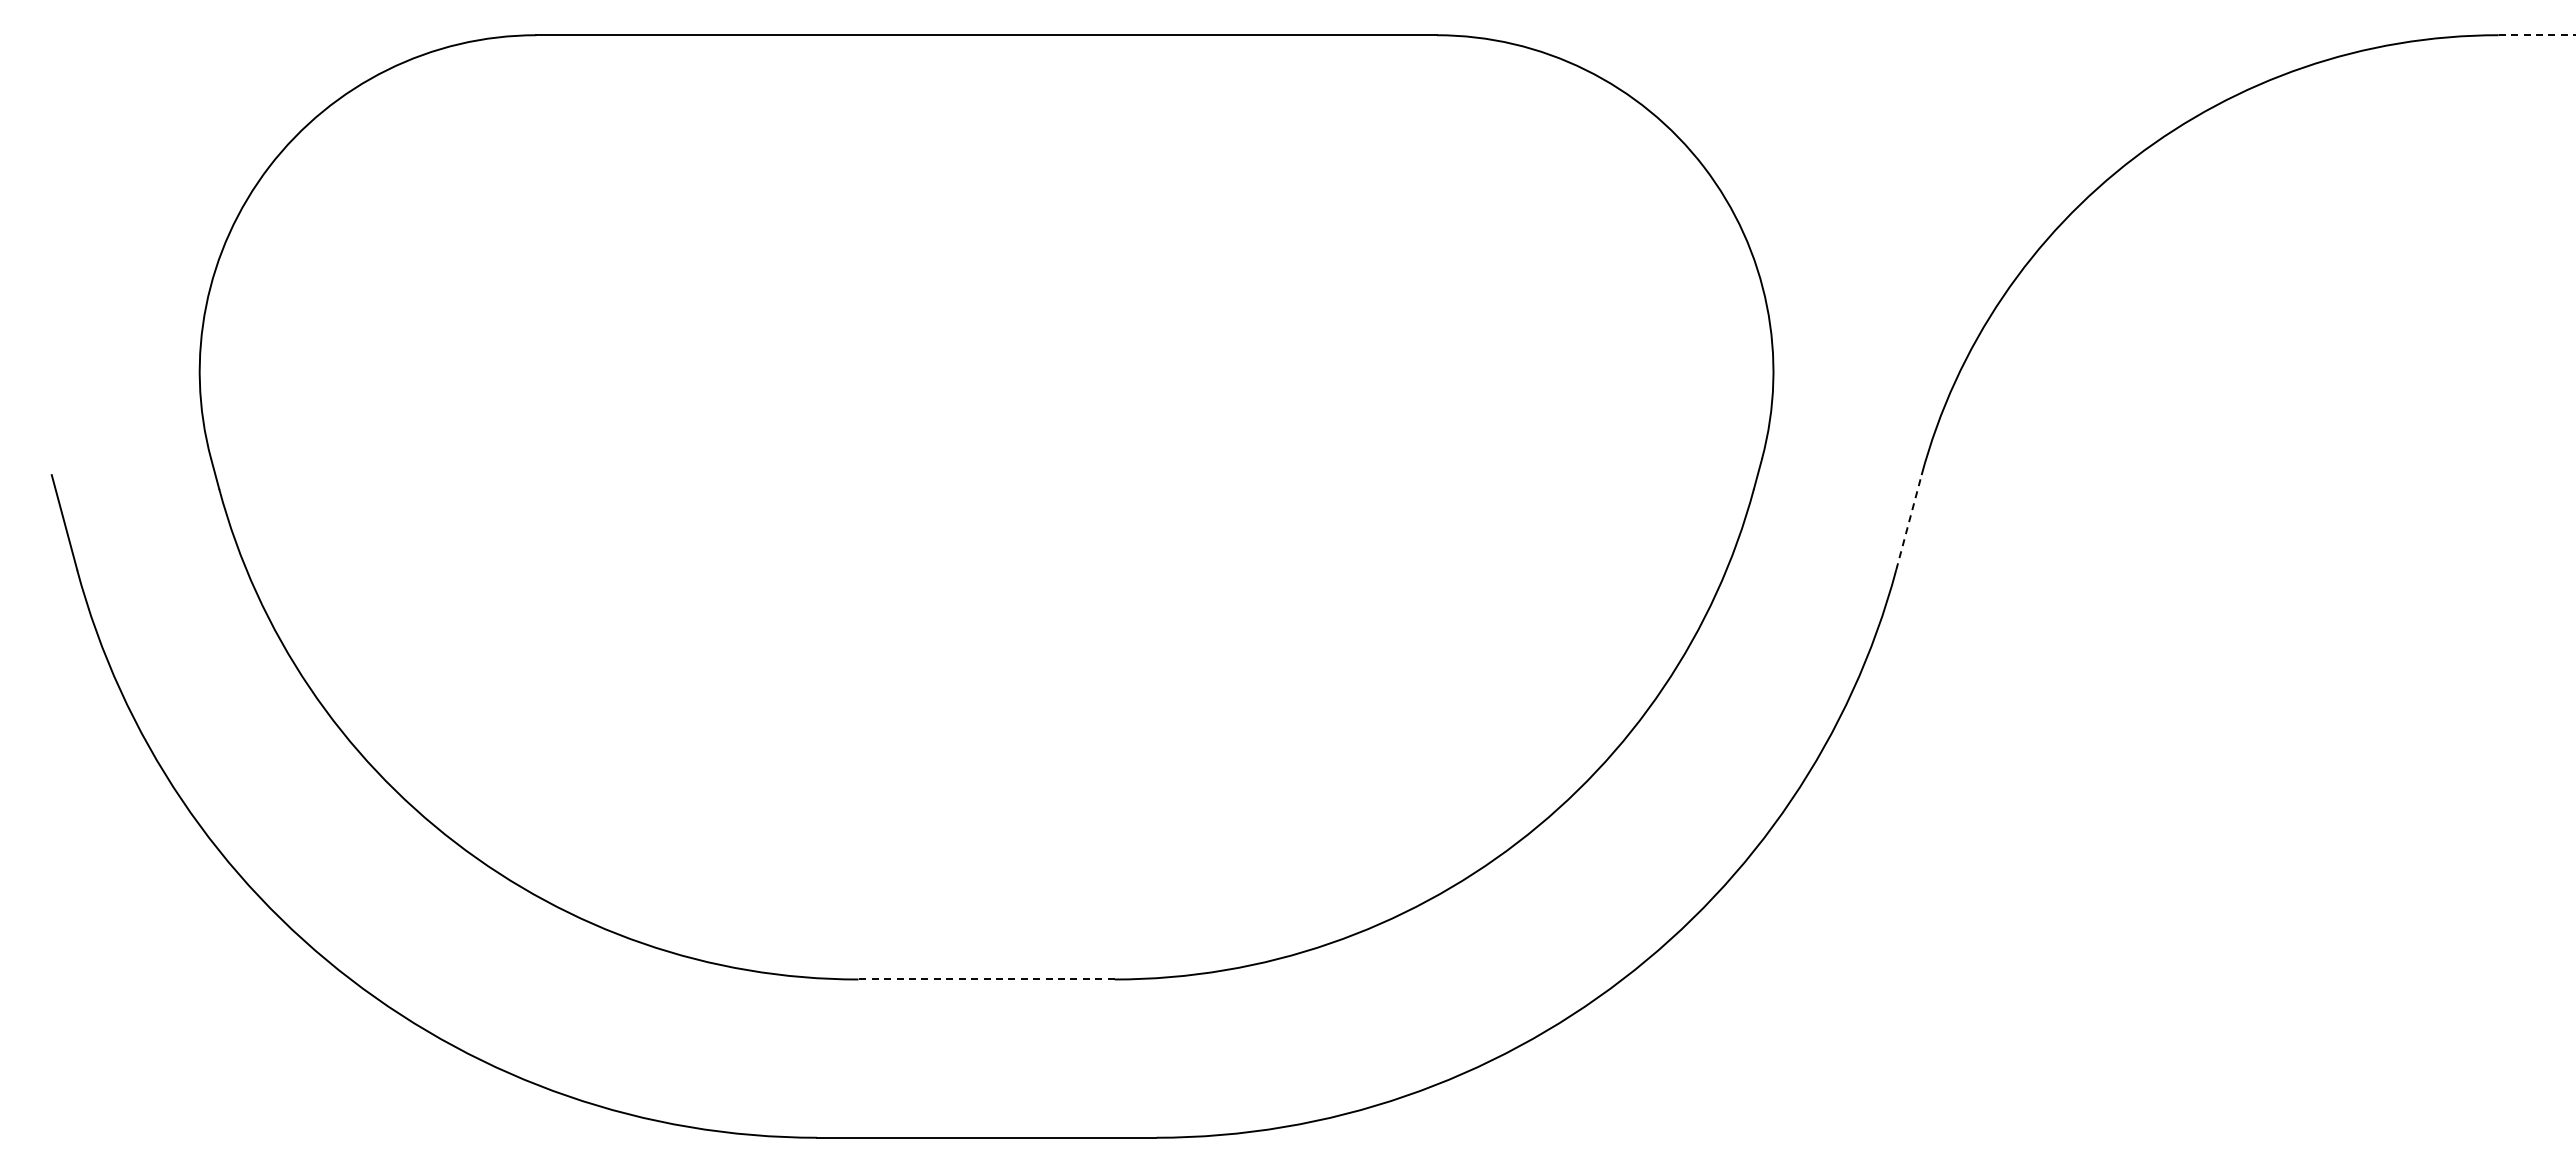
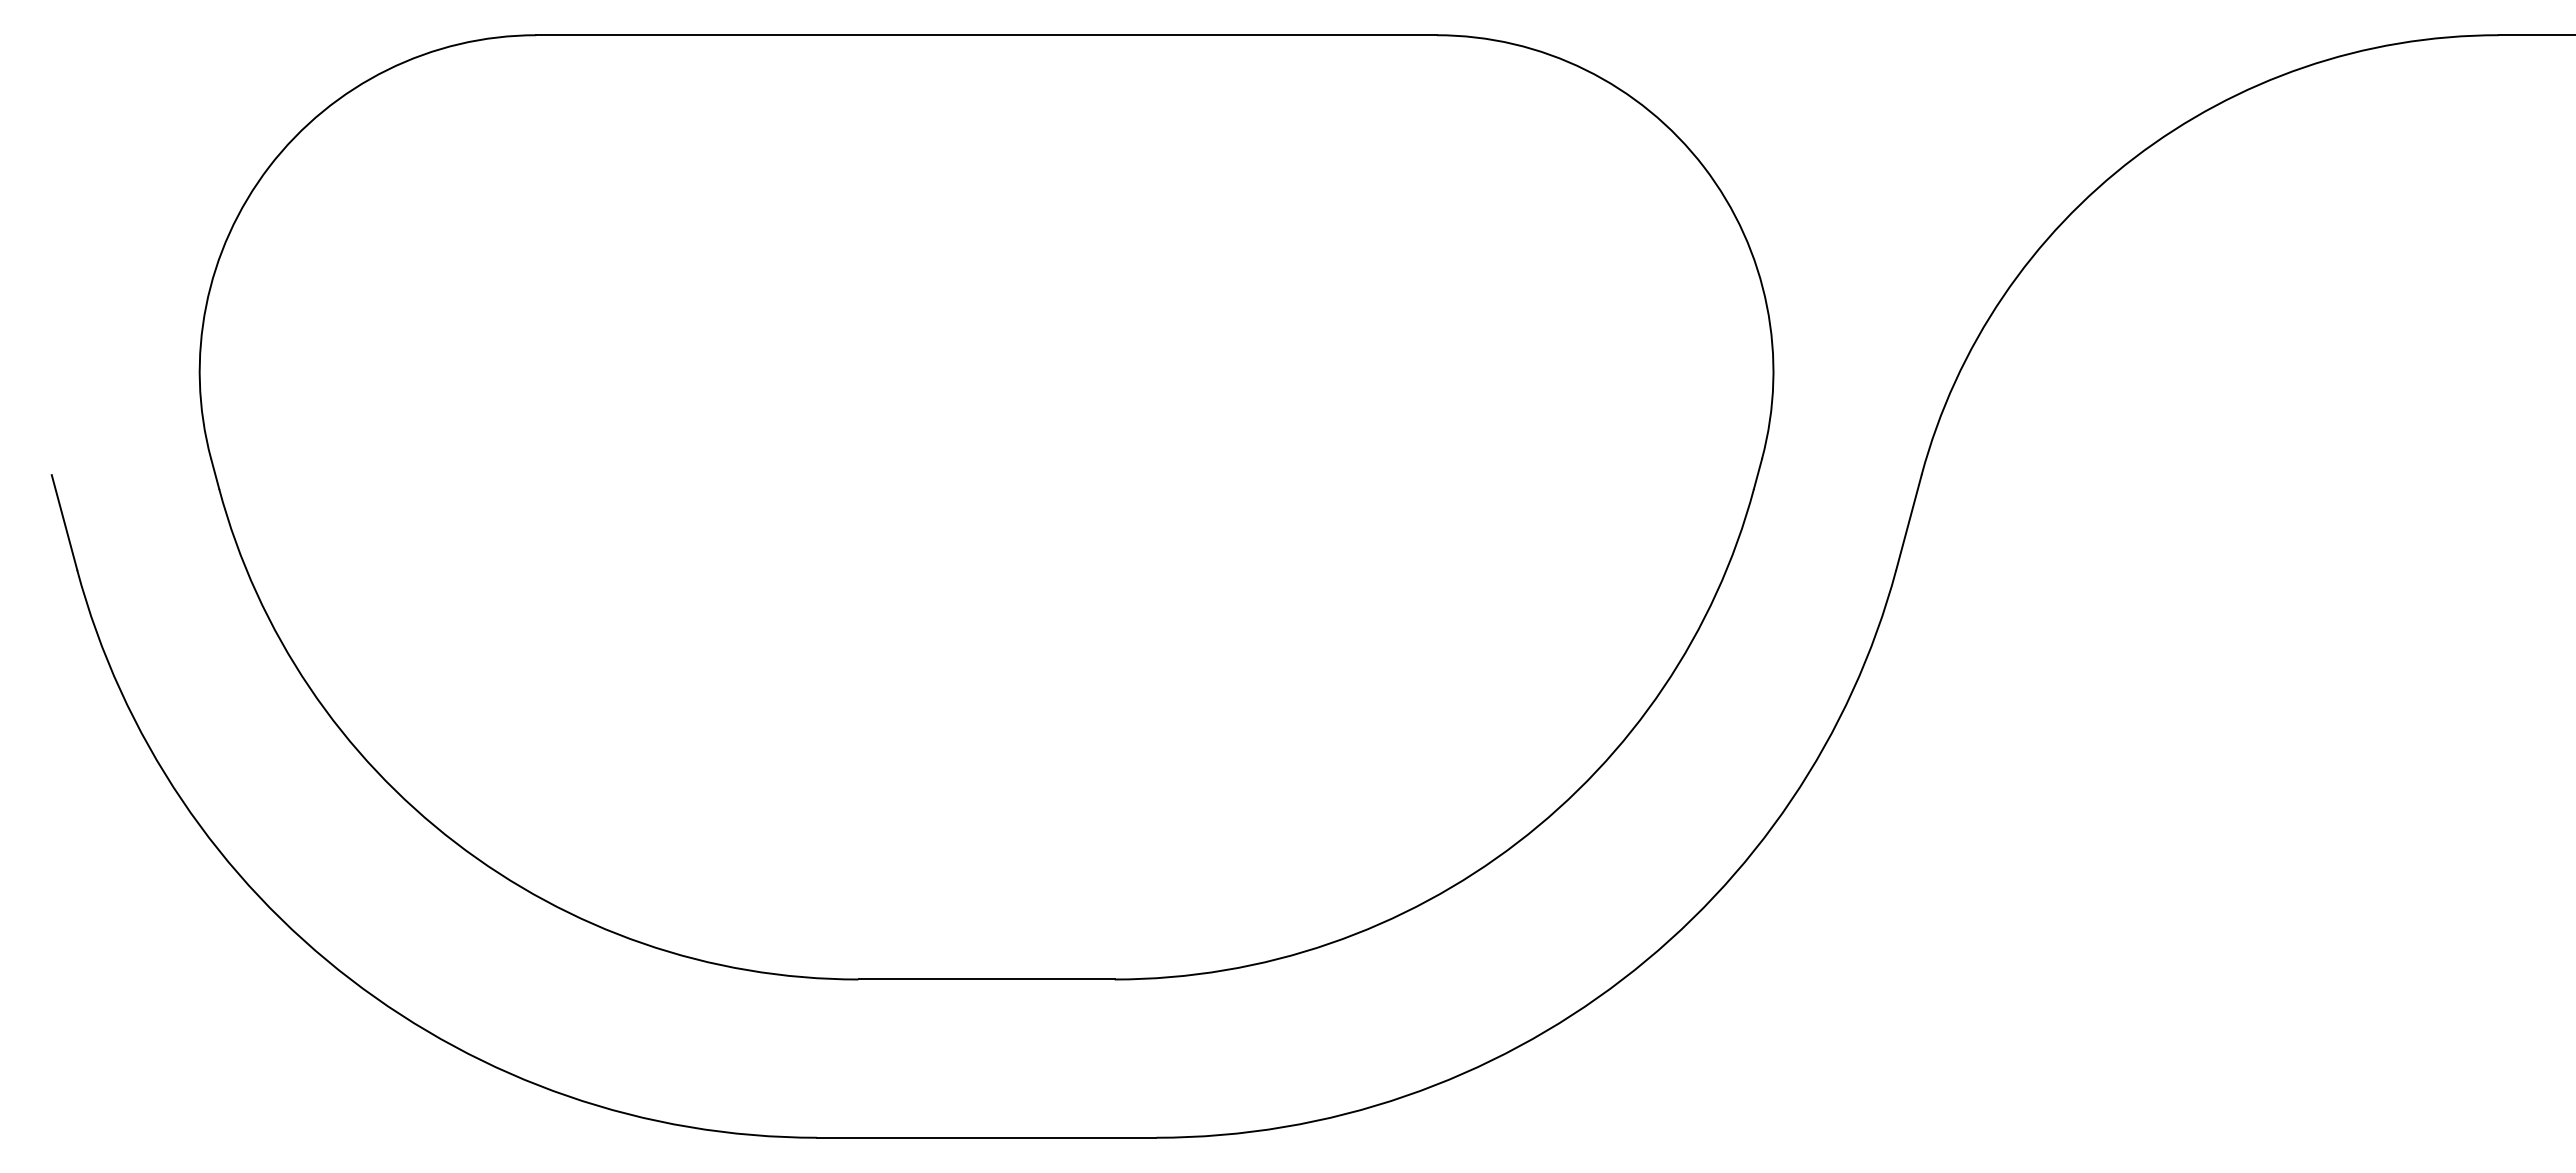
line at (2537, 35): dashed -> solid
line at (1909, 522): dashed -> solid
line at (986, 979): dashed -> solid
